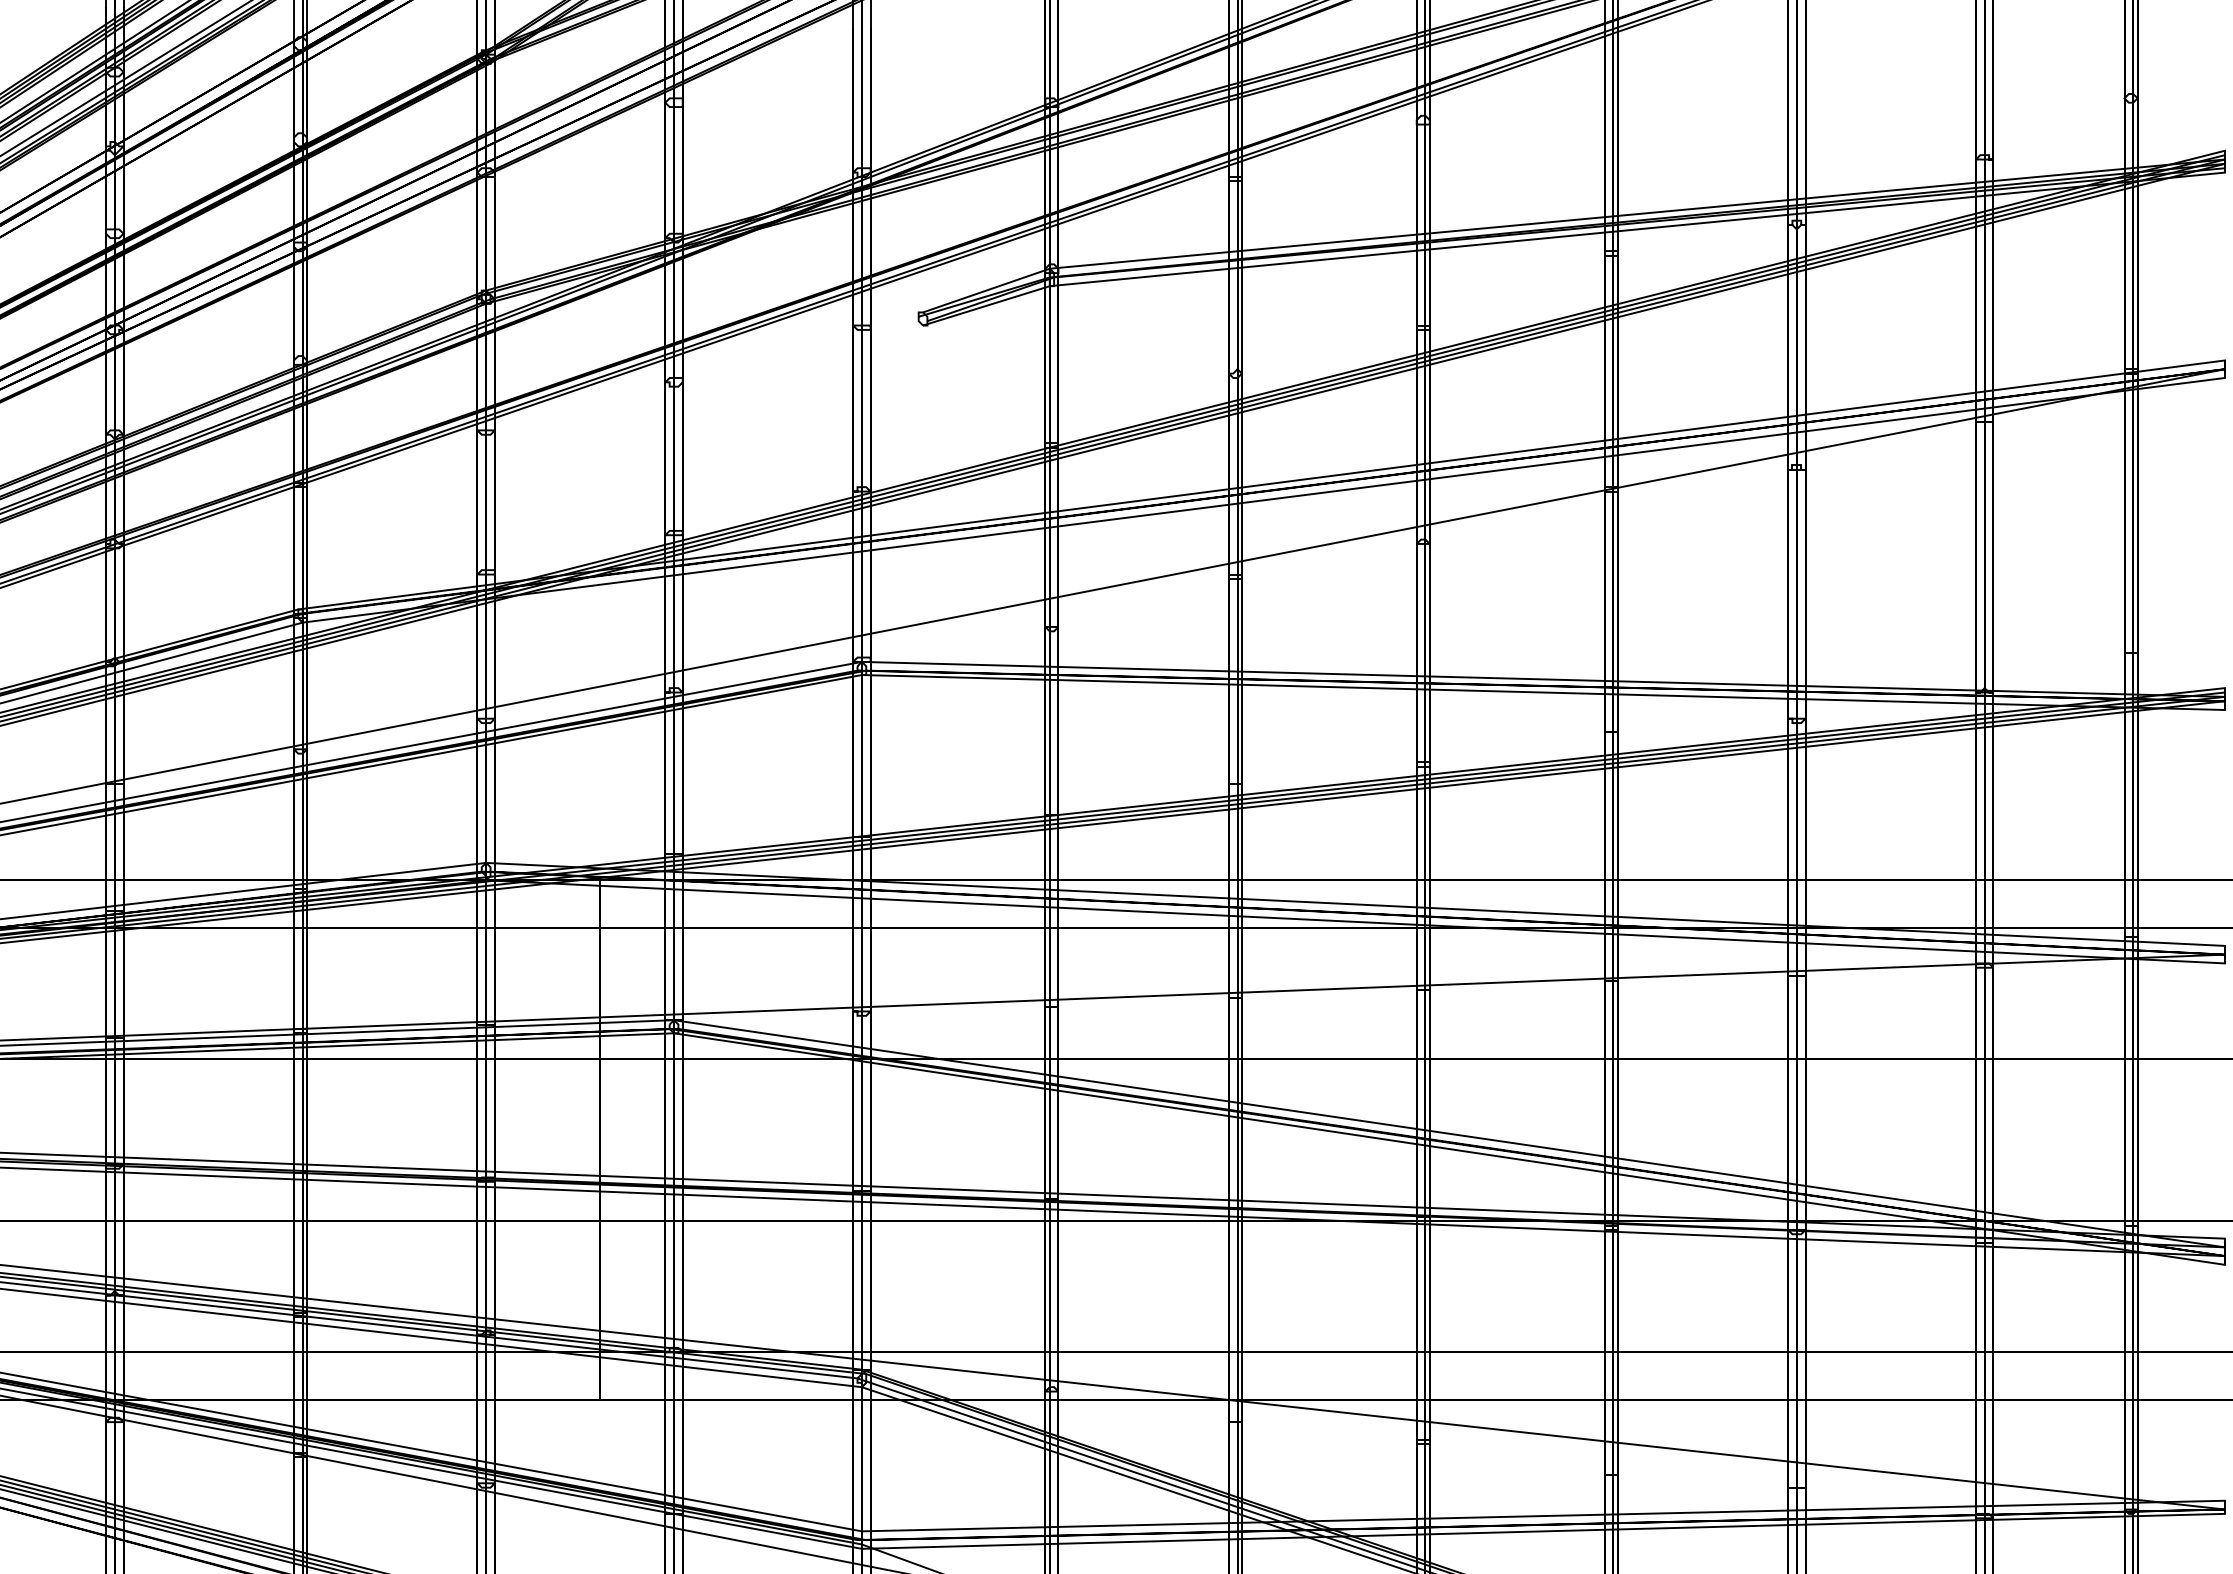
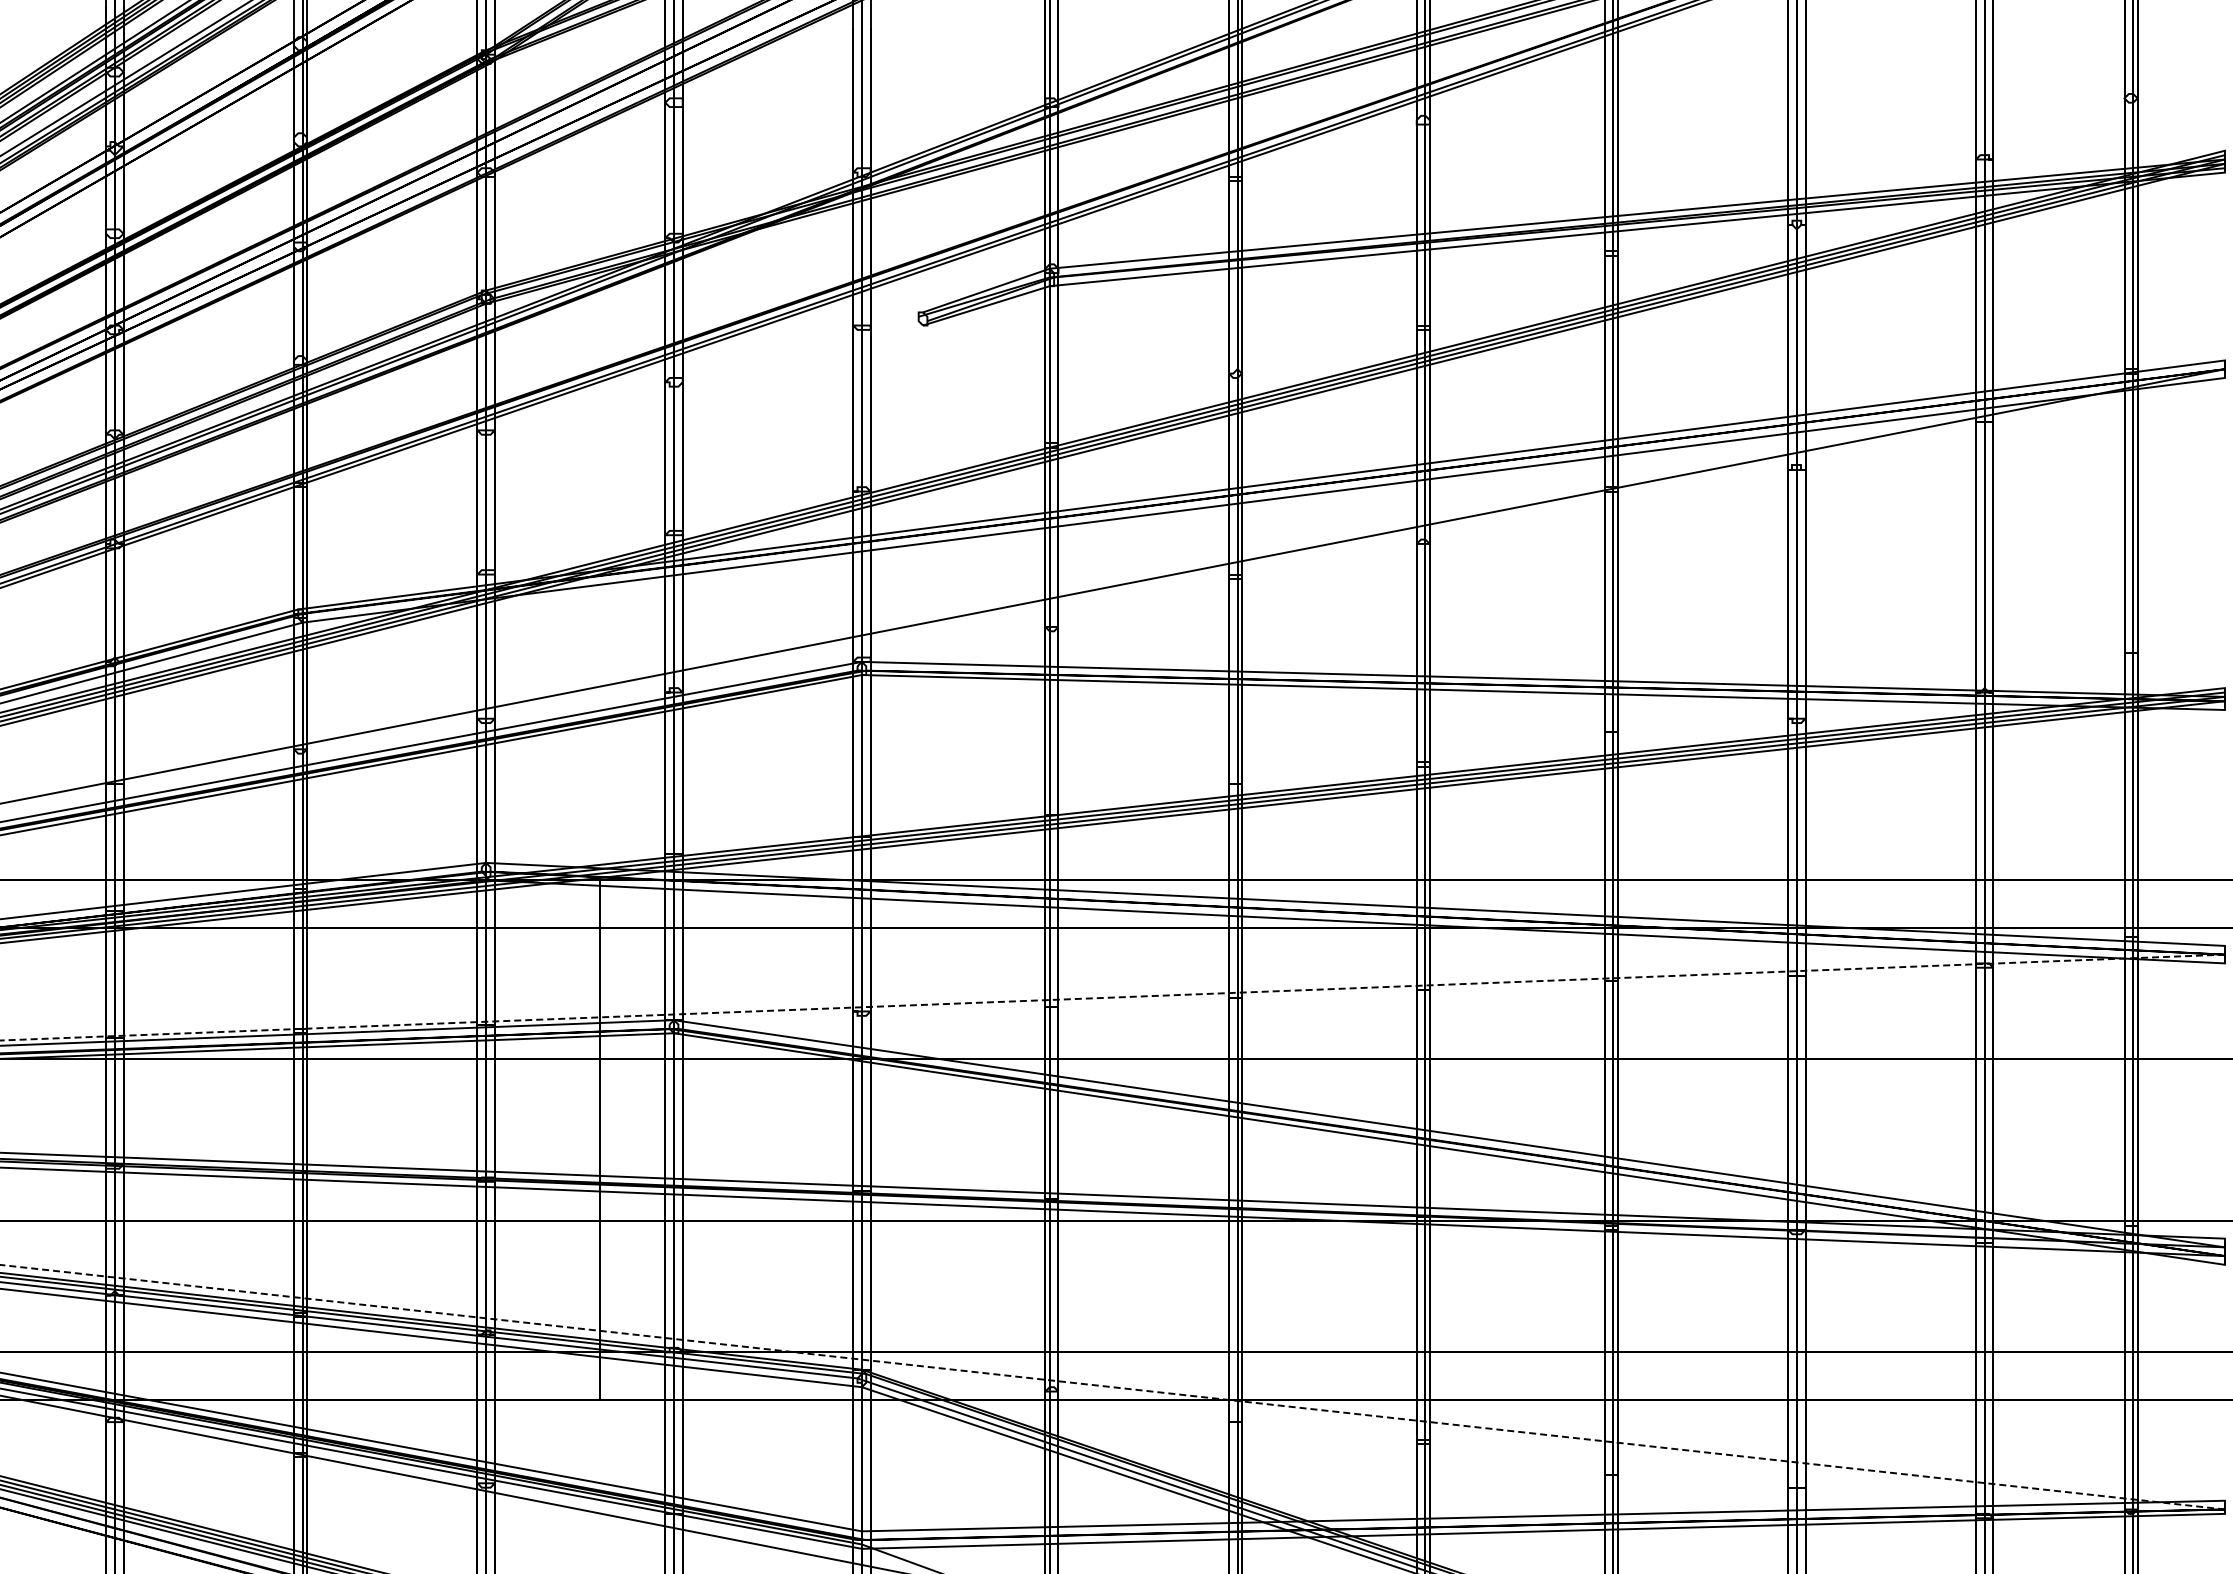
line at (1112, 997): solid -> dashed
line at (1112, 1387): solid -> dashed
